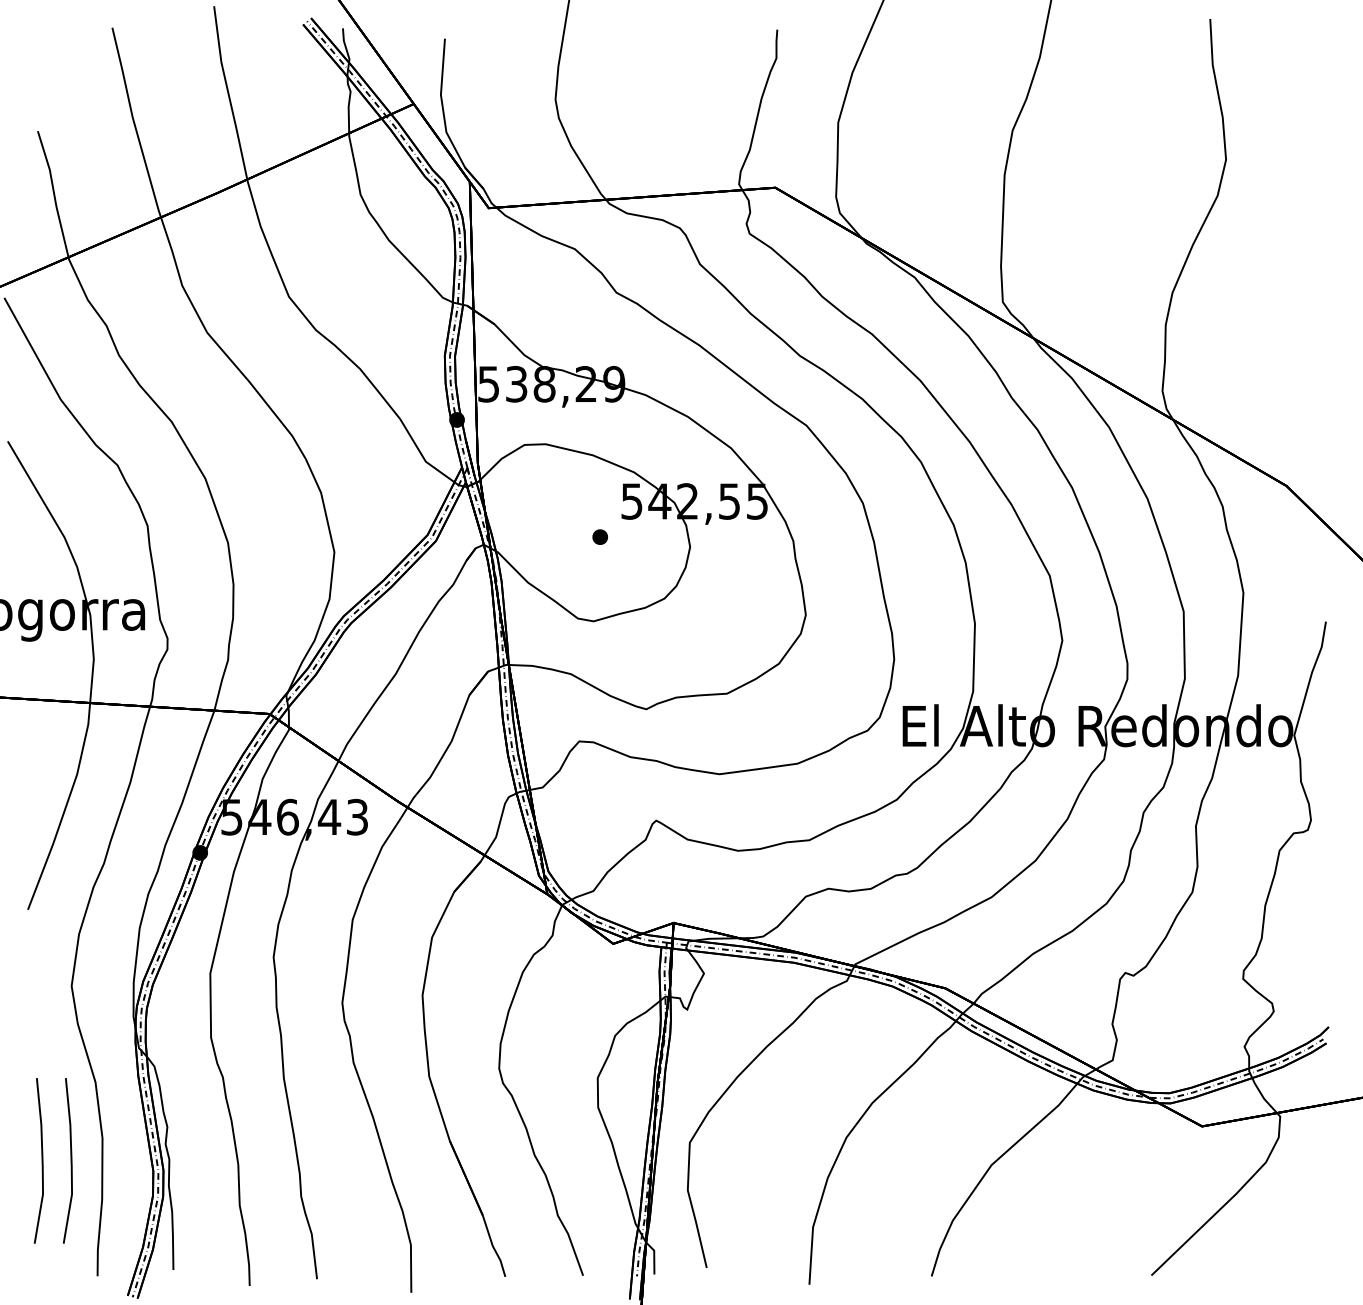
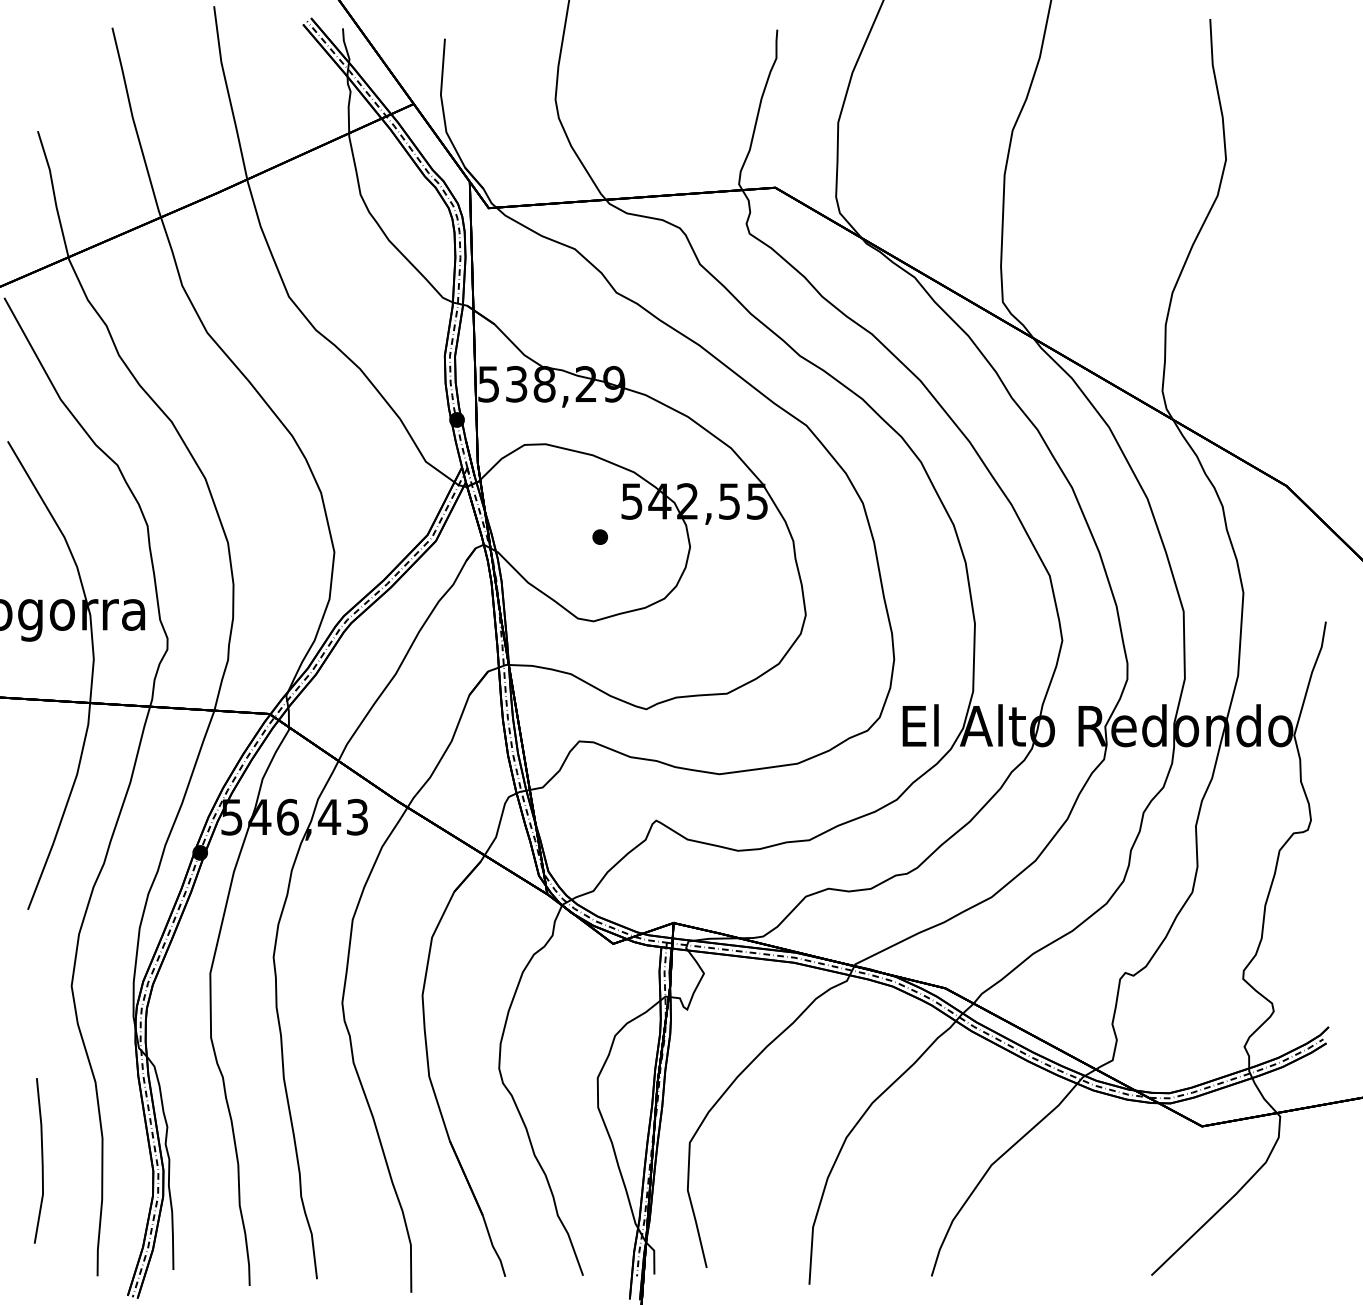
line at (70, 1160): present -> none
